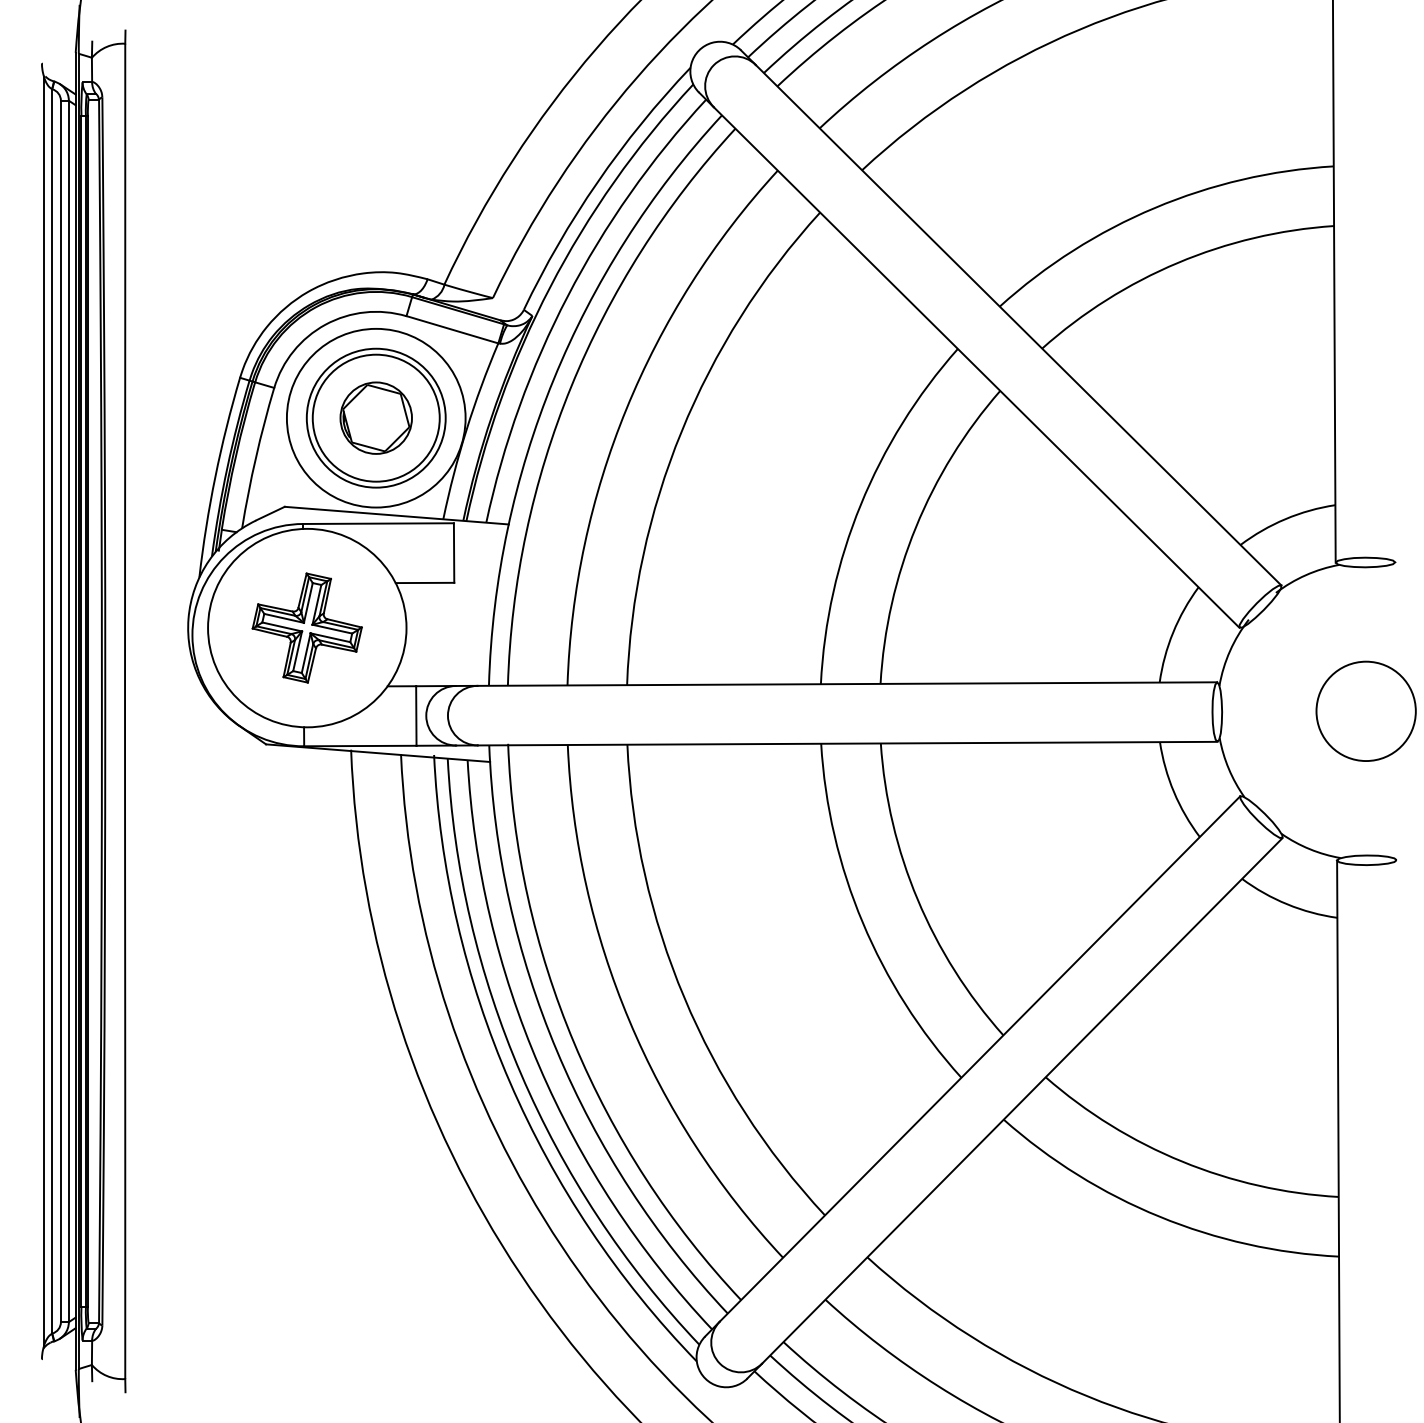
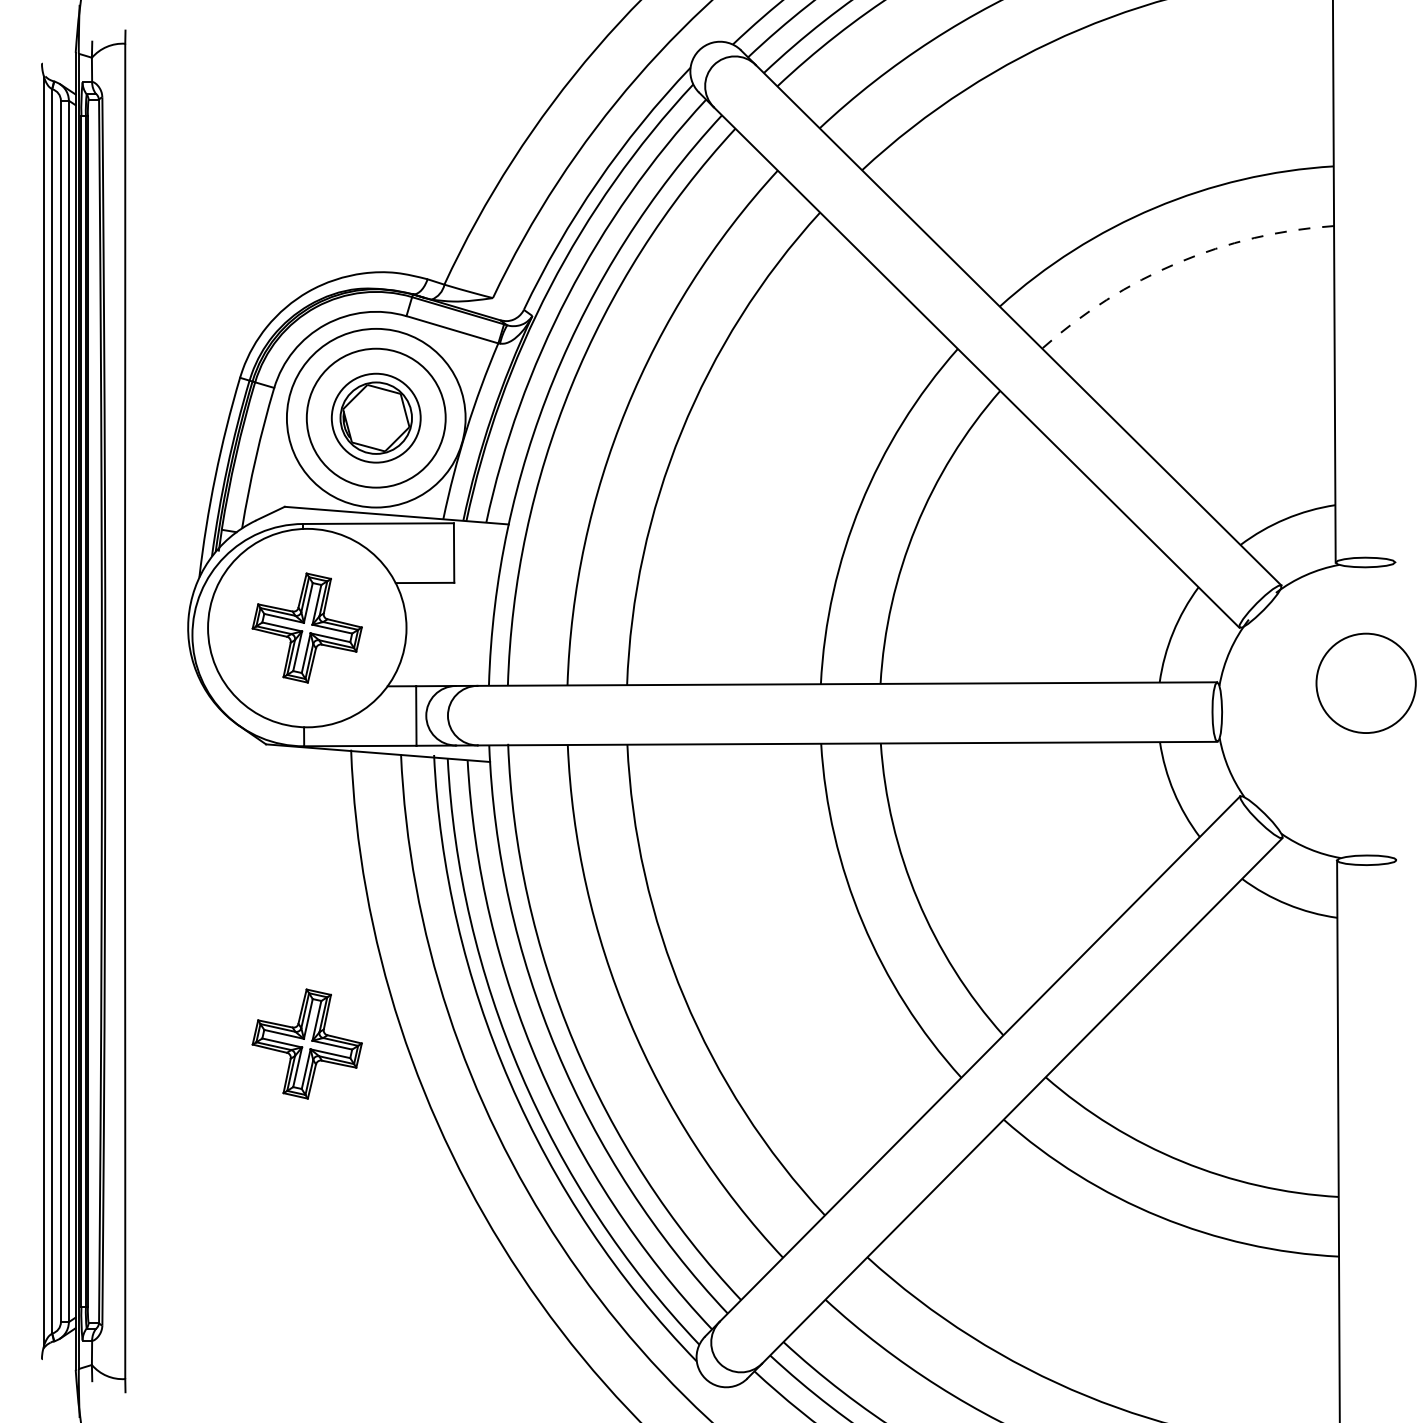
arc at (1177, 262): solid -> dashed
circle at (375, 417) diameter: 127 px -> 89 px
circle at (1365, 710) position: (1365, 710) -> (1365, 682)
part at (306, 1043): none -> present
